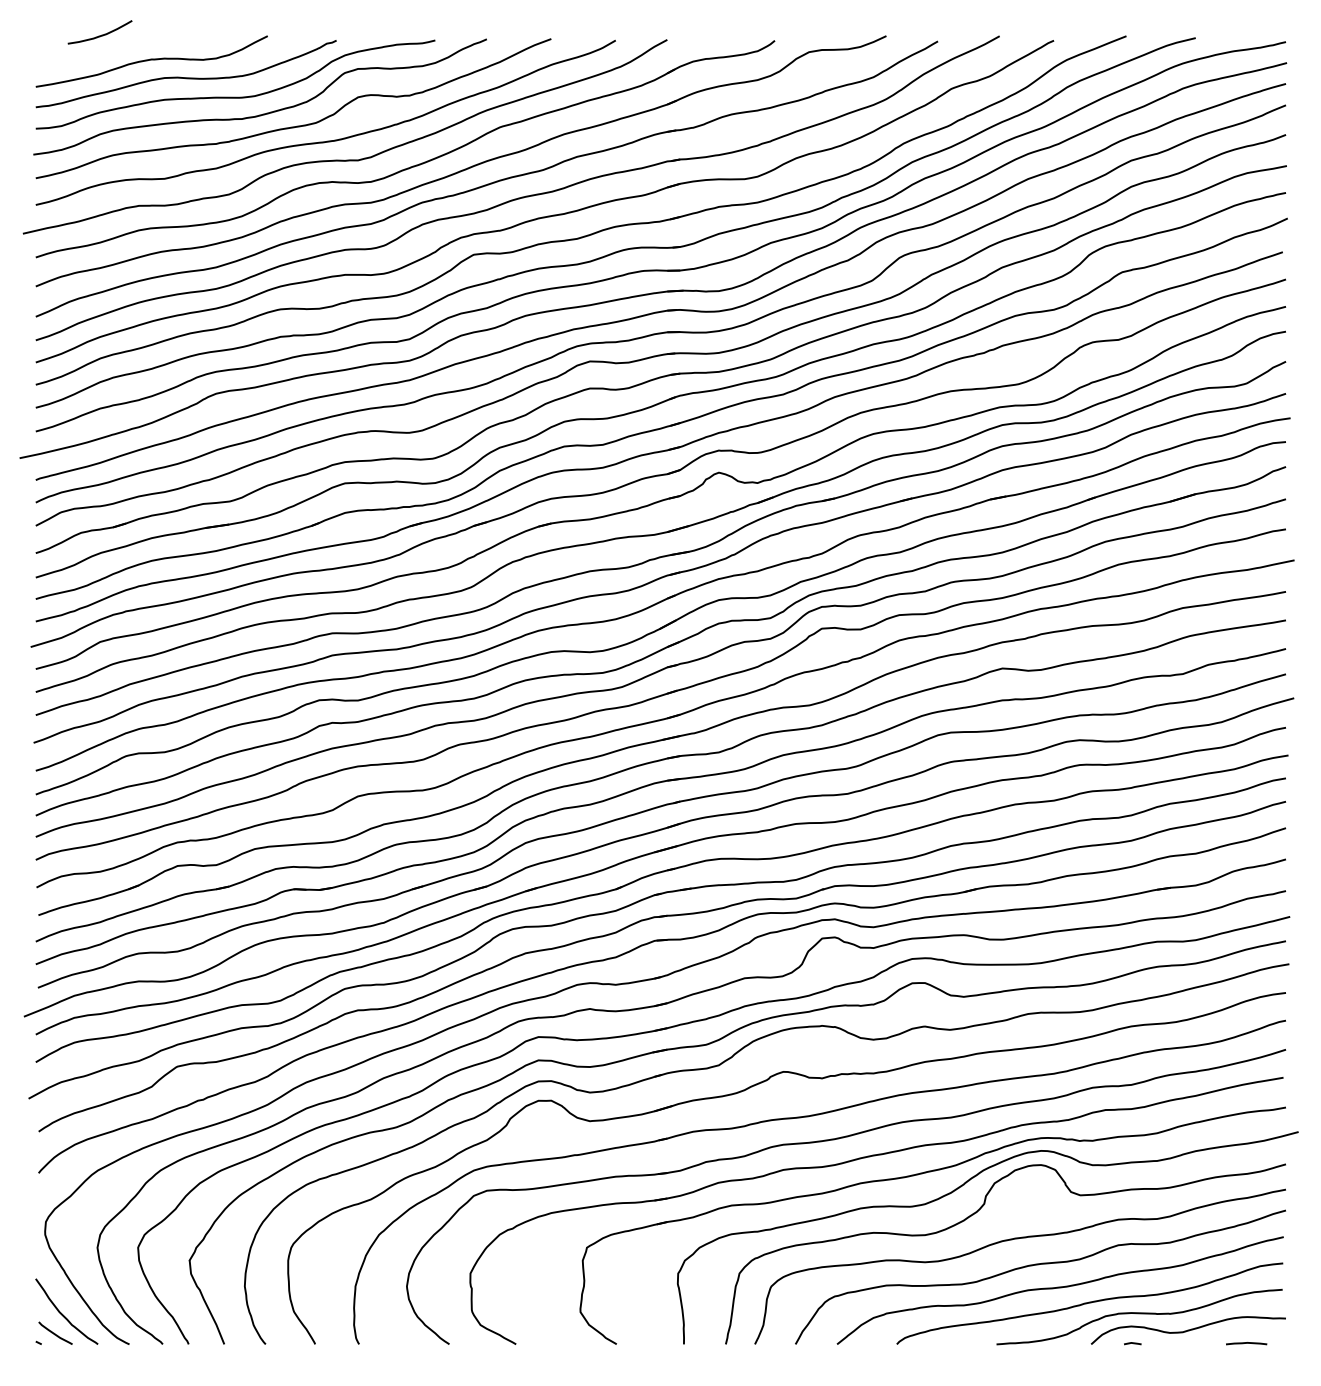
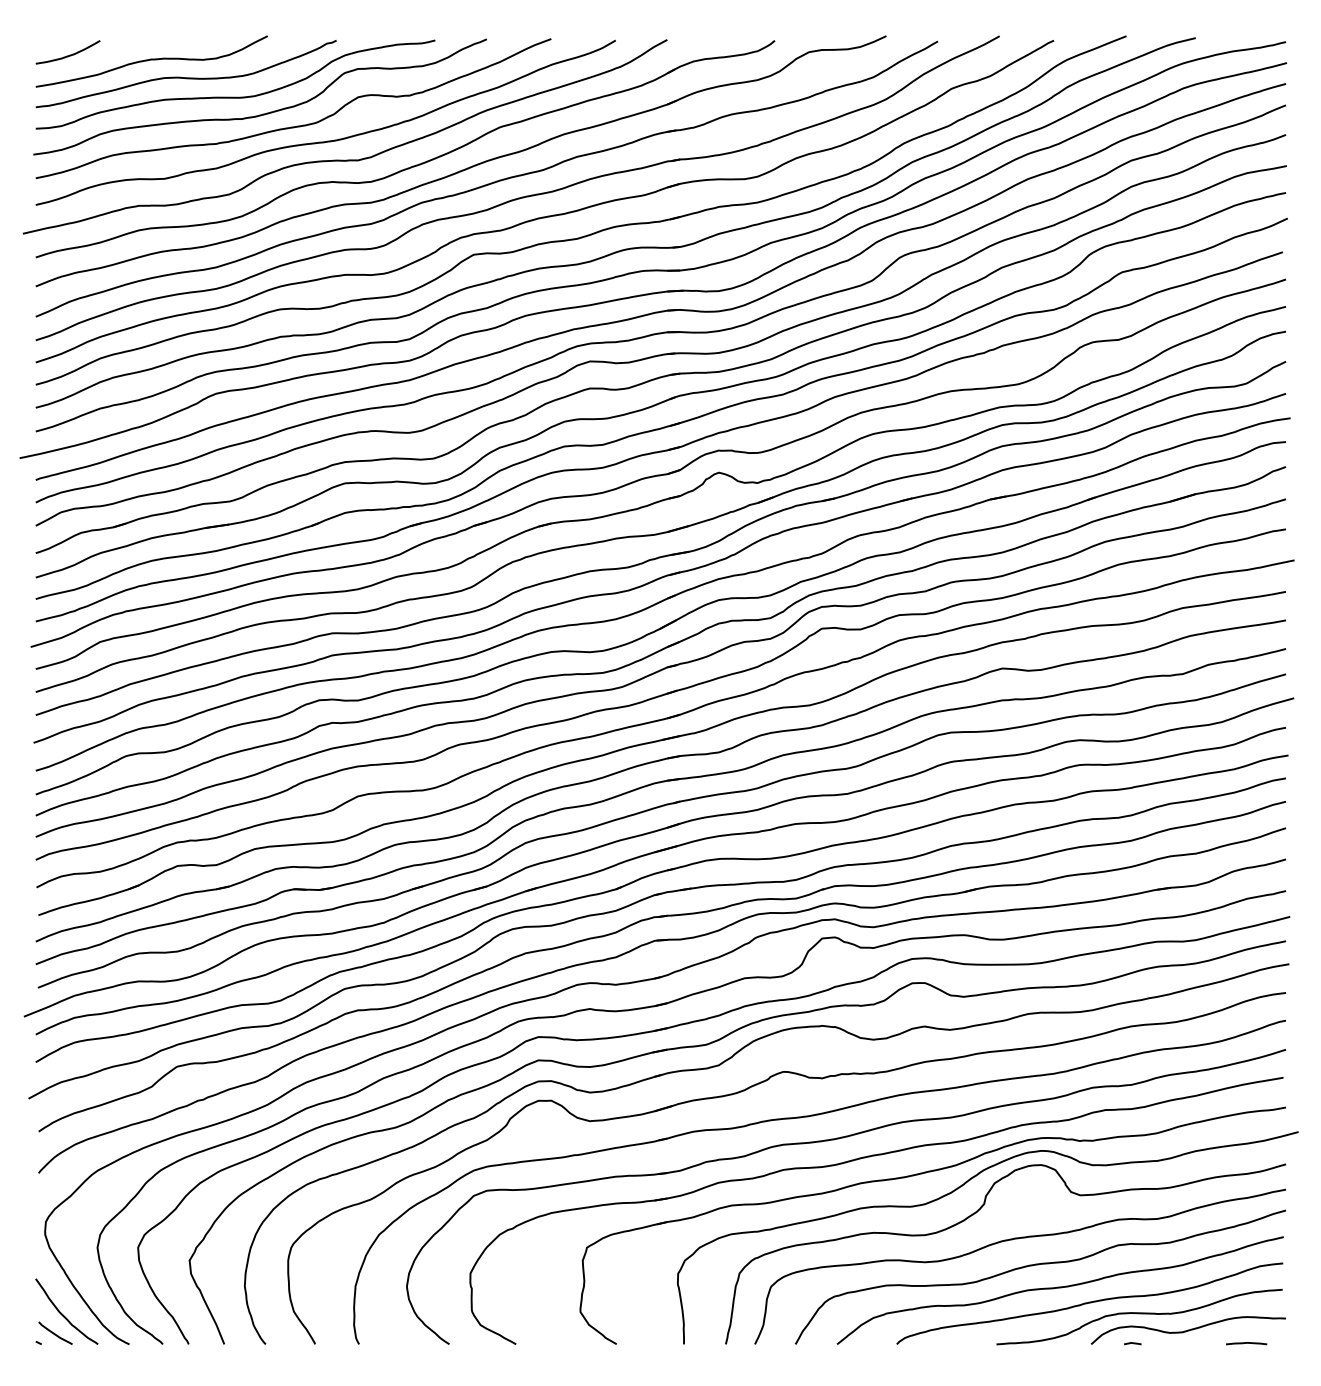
curve at (101, 34) position: (101, 34) -> (69, 54)
